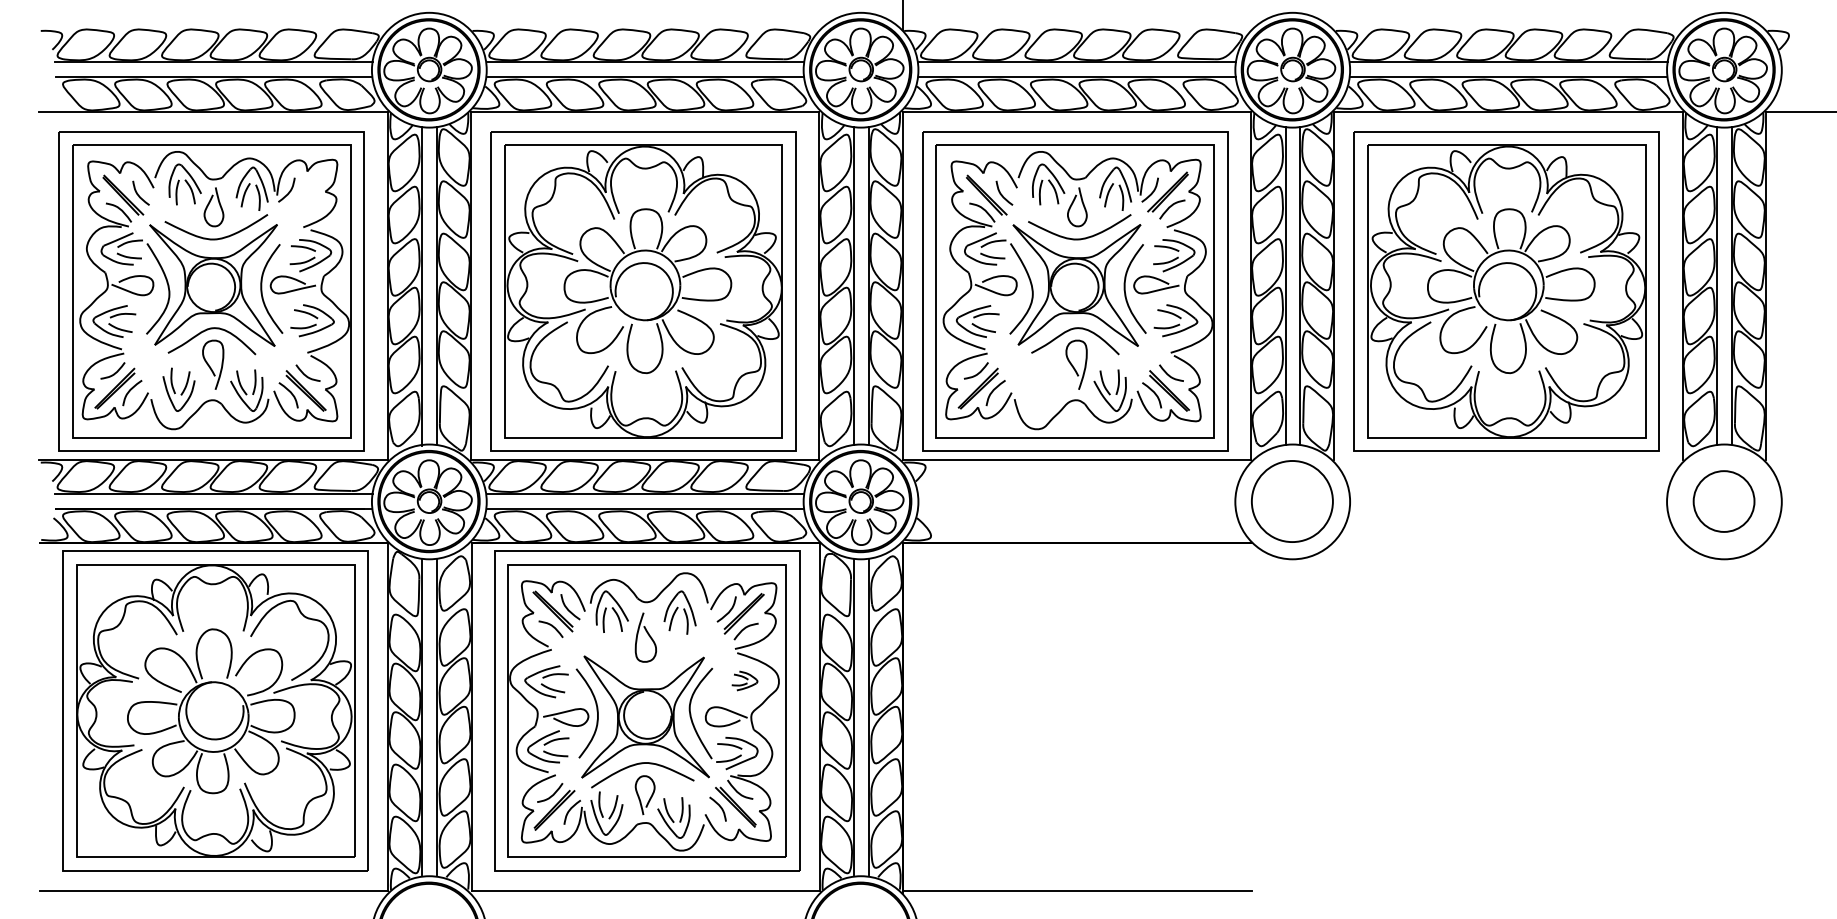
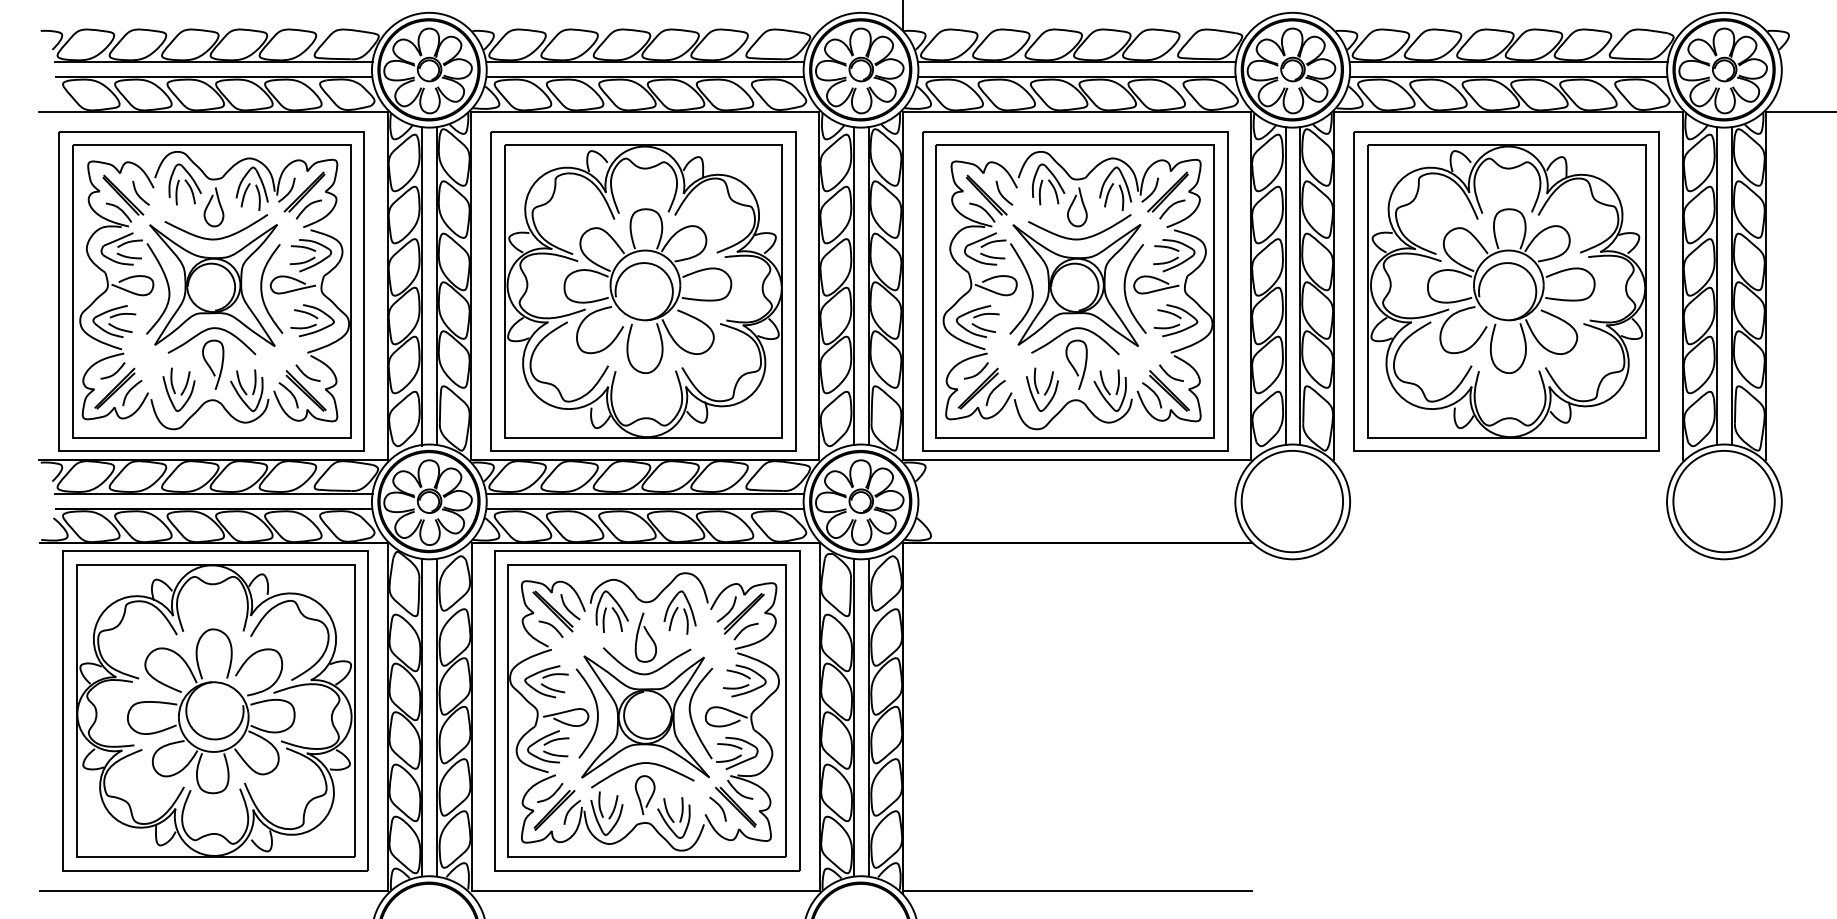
part at (304, 195): none -> present
part at (1042, 389): none -> present
circle at (1291, 501) diameter: 81 px -> 101 px
circle at (1723, 501) diameter: 61 px -> 101 px
curve at (652, 671): none -> present
part at (744, 680) size: 28x22 px -> 44x34 px
